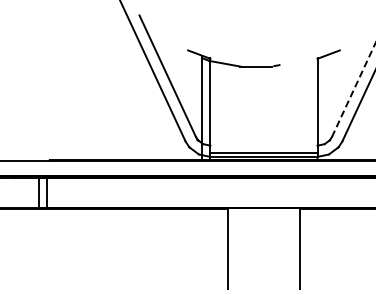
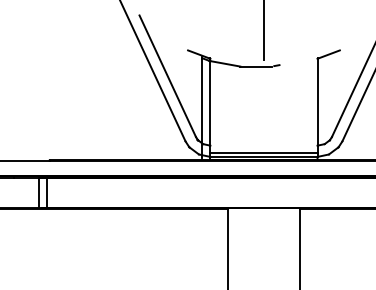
line at (263, 30): none -> present
line at (354, 89): dashed -> solid
